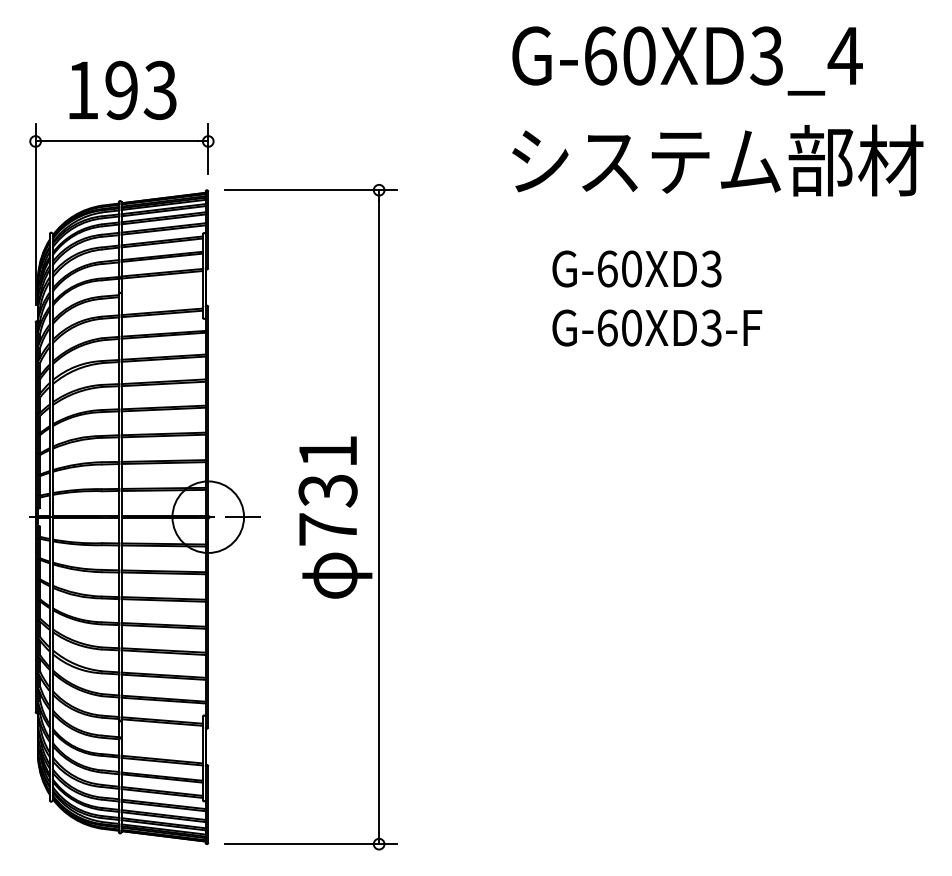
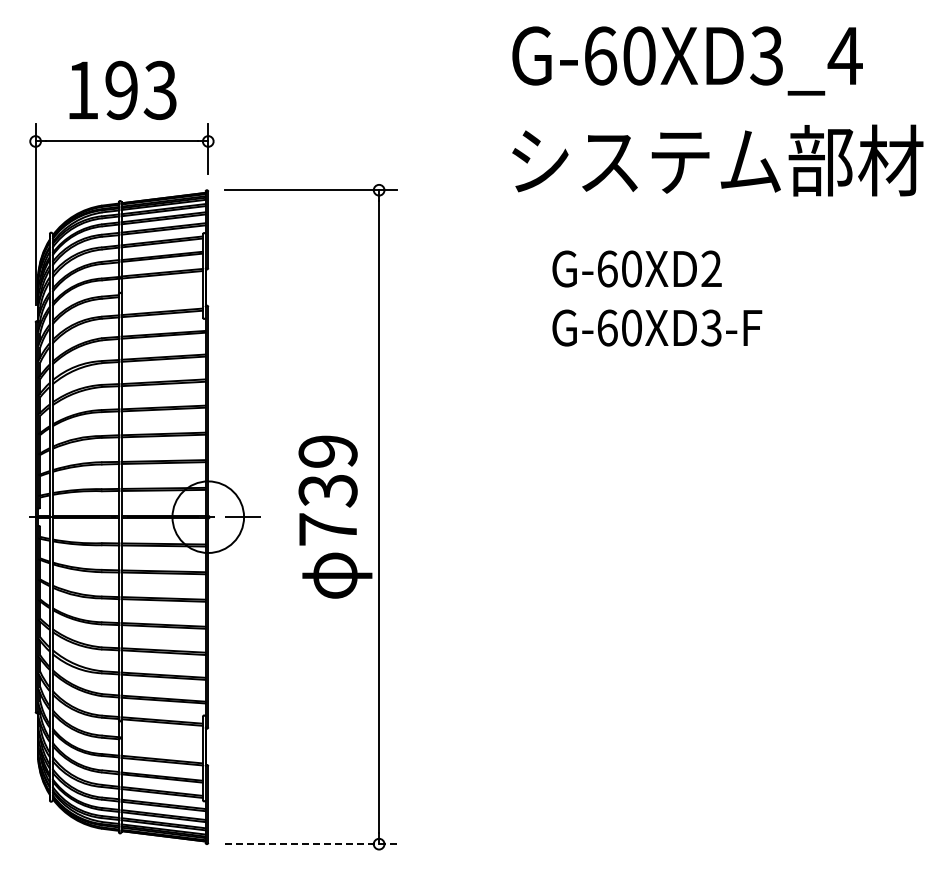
text at (711, 269): G-60XD3 -> G-60XD2
text at (327, 451): 731 -> 739
line at (311, 844): solid -> dashed
